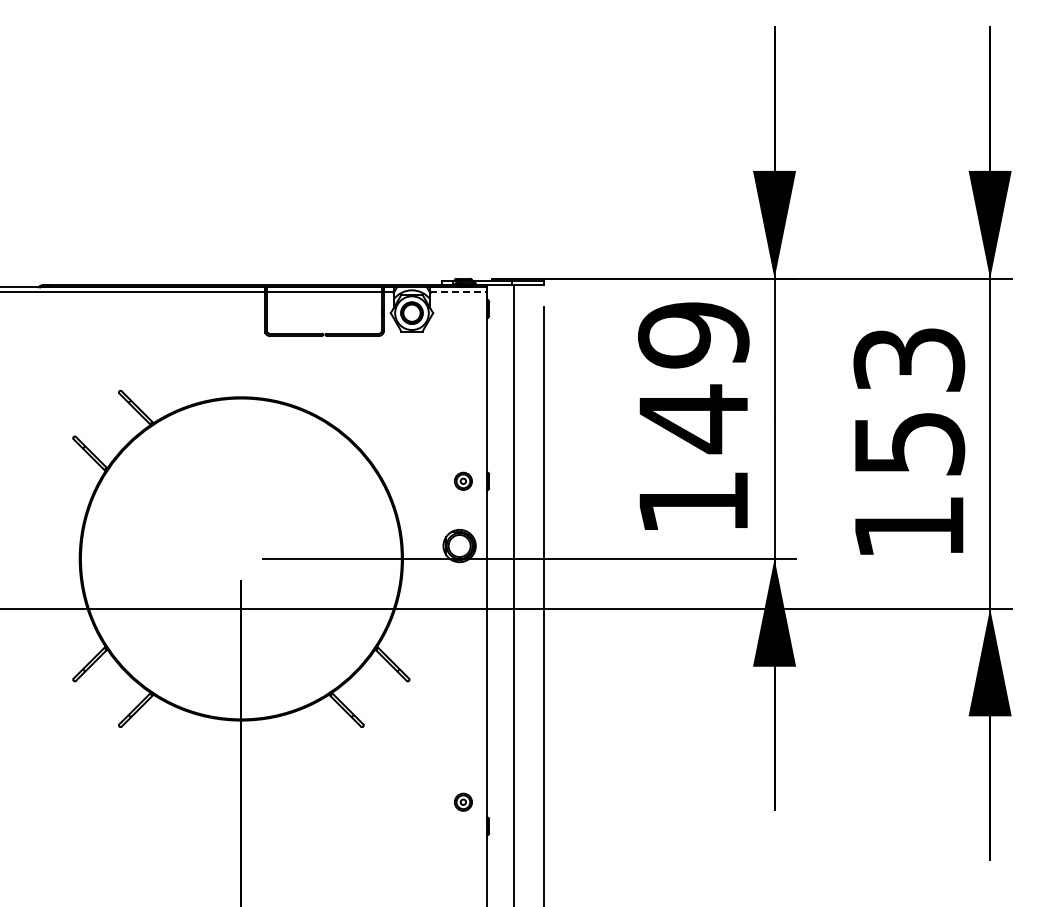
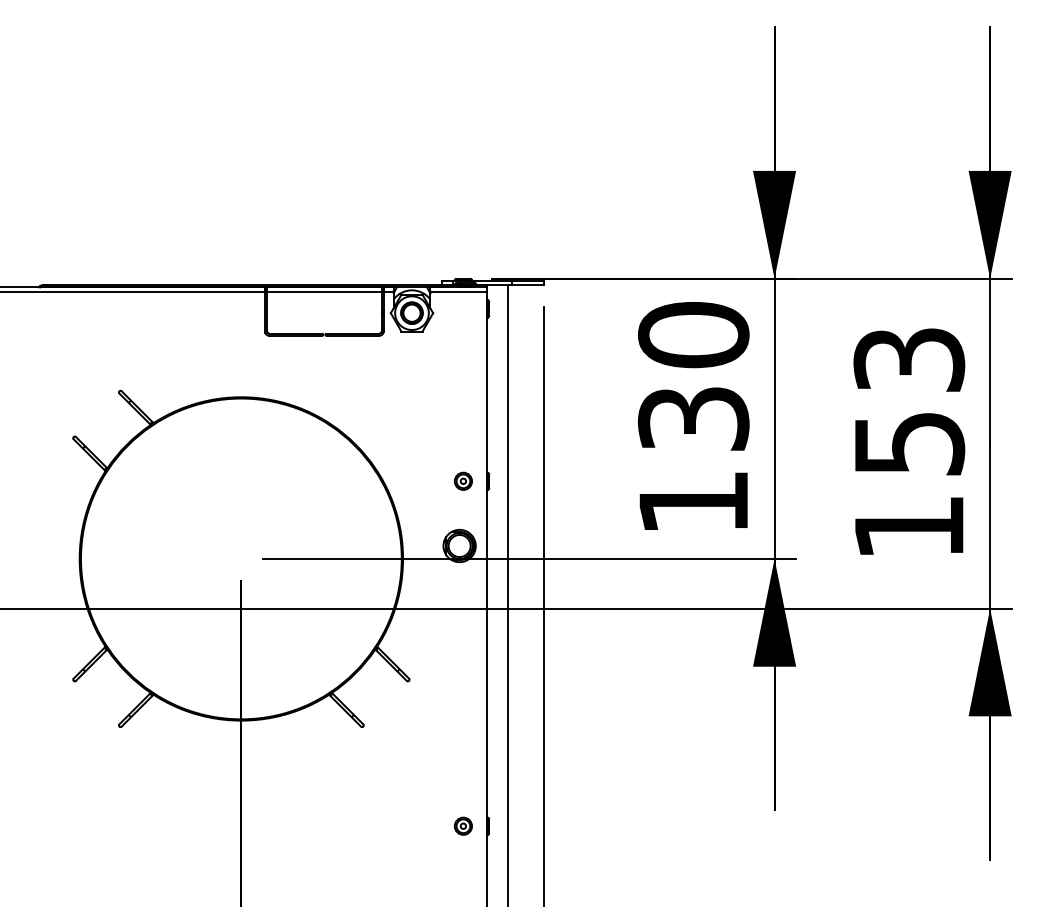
line at (459, 291): dashed -> solid
text at (693, 378): 149 -> 130
line at (513, 594) position: (513, 594) -> (507, 594)
part at (462, 801) position: (462, 801) -> (462, 825)
